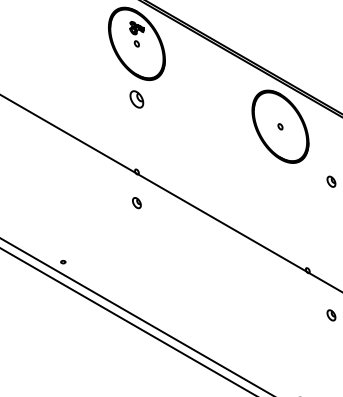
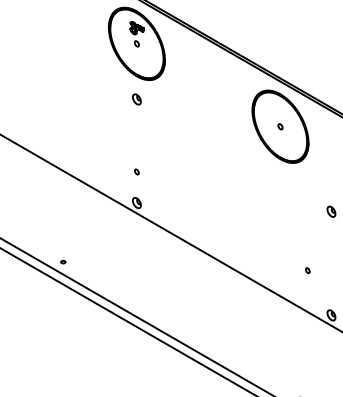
part at (136, 99) size: 16x19 px -> 10x13 px
part at (331, 181) position: (331, 181) -> (331, 211)
line at (170, 192) position: (170, 192) -> (170, 232)
